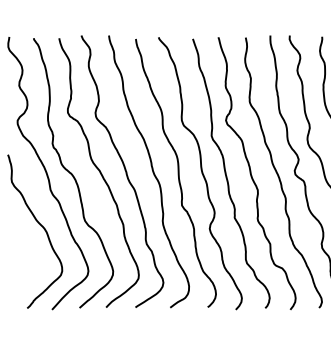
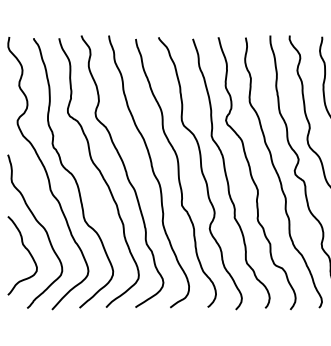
curve at (26, 250): none -> present
